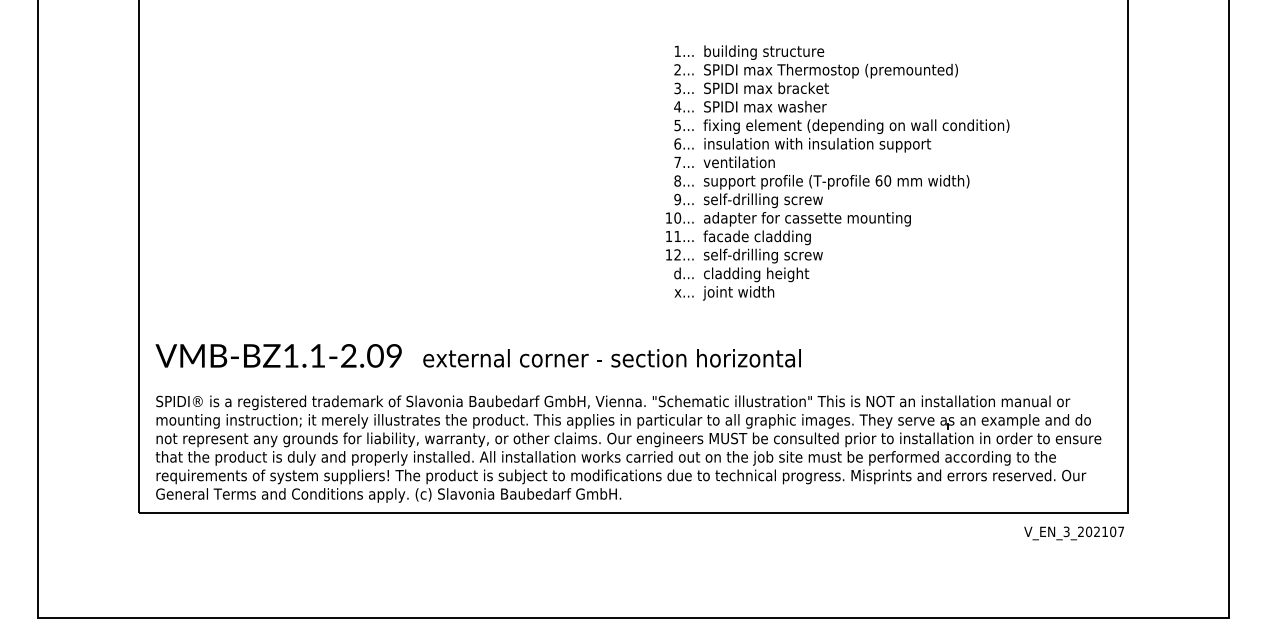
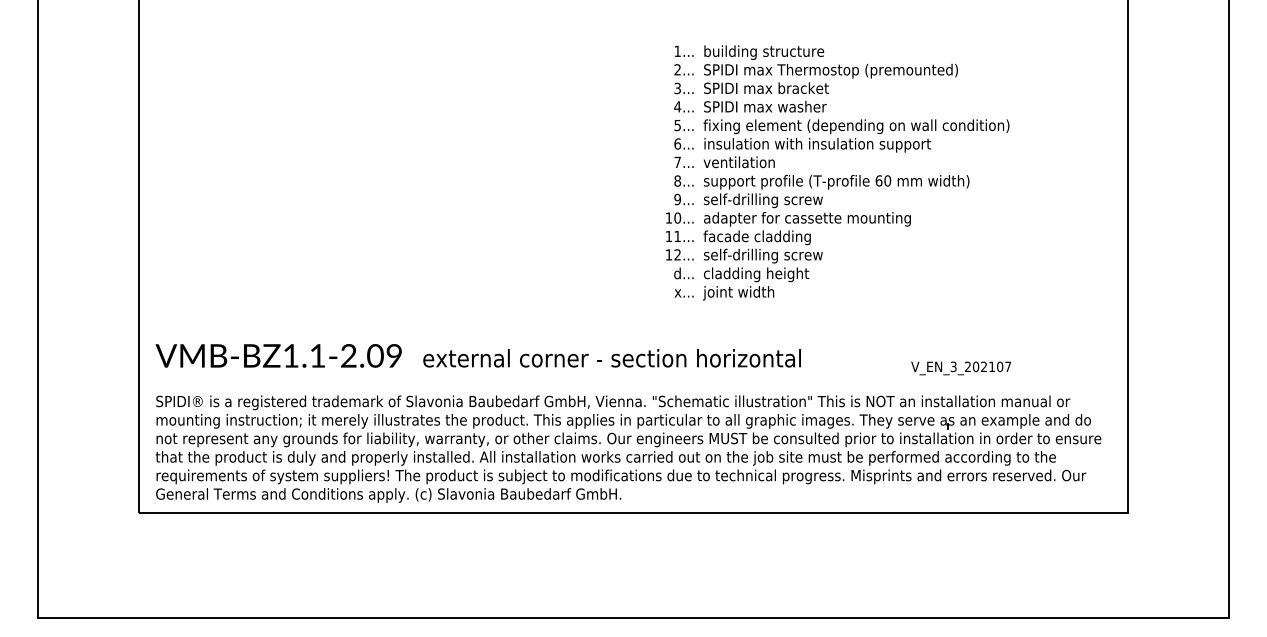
text at (1073, 533) position: (1073, 533) -> (960, 368)
